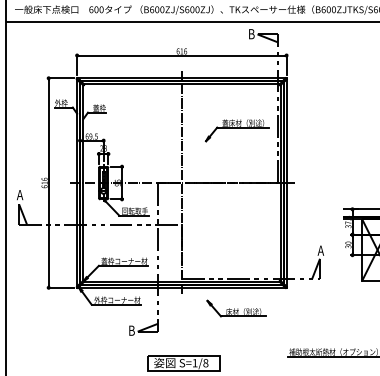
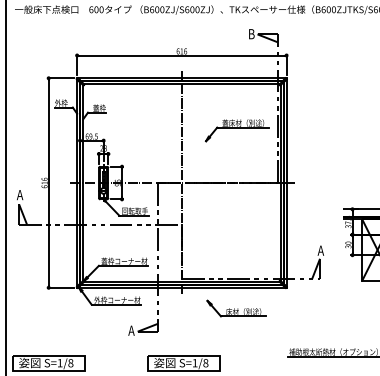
line at (191, 22): present -> none
text at (131, 330): B -> A
part at (48, 363): none -> present
